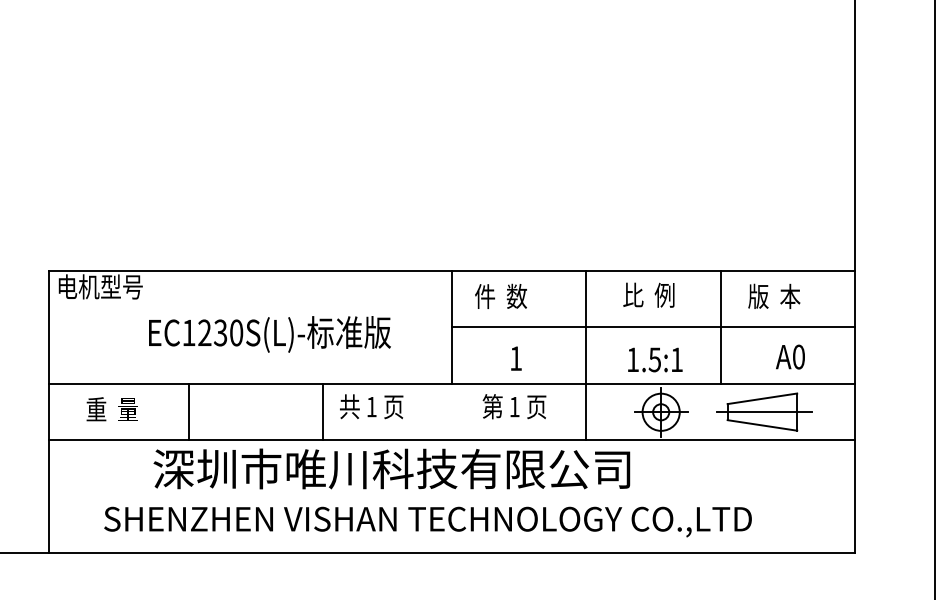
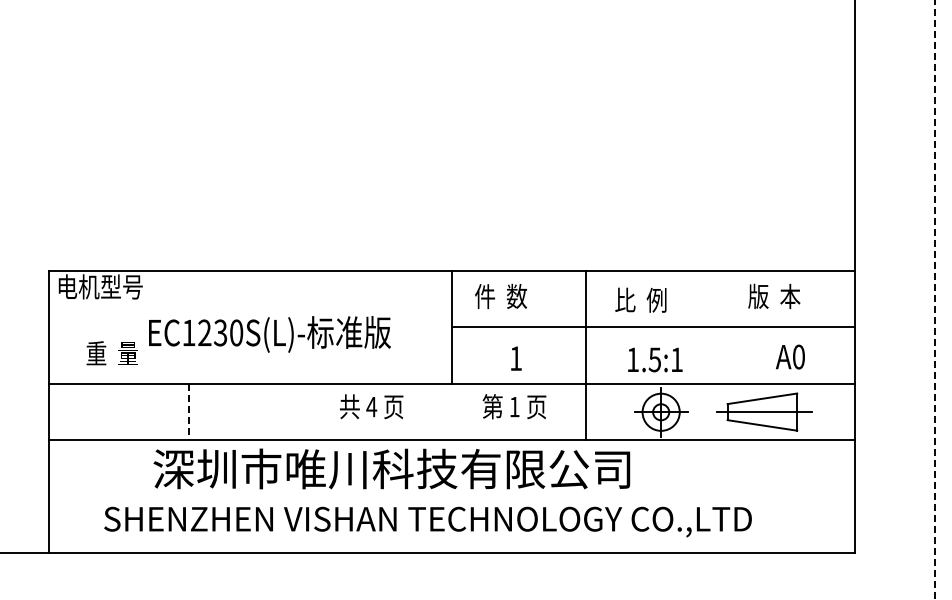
text at (648, 294) position: (648, 294) -> (640, 299)
line at (935, 300): solid -> dashed
line at (720, 326): present -> none
text at (371, 407): 1 -> 4
text at (111, 409) position: (111, 409) -> (111, 353)
line at (323, 411): present -> none
line at (188, 412): solid -> dashed
